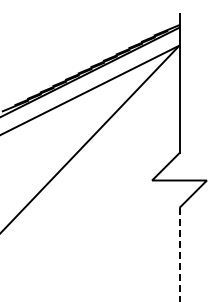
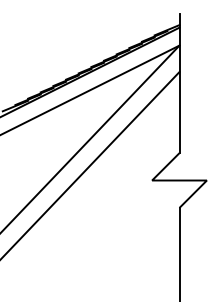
line at (90, 164): none -> present
line at (179, 254): dashed -> solid
